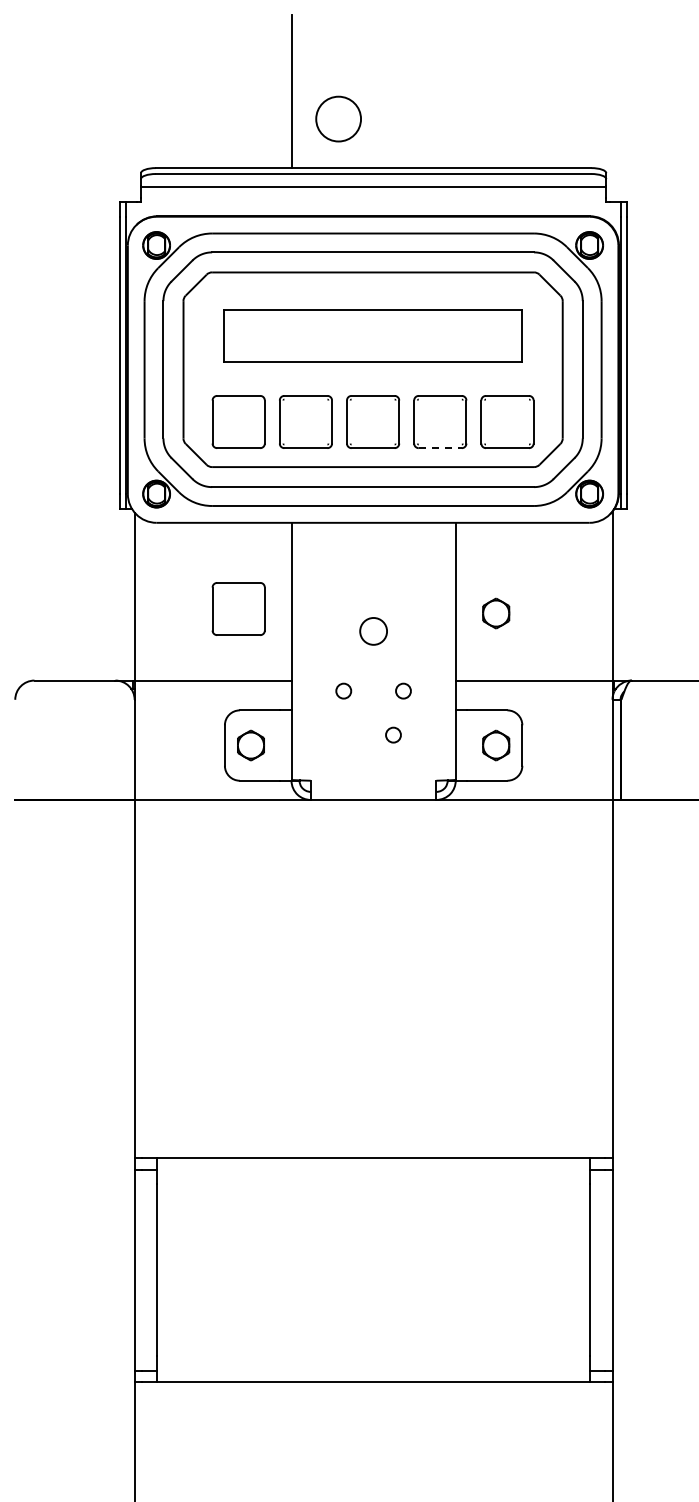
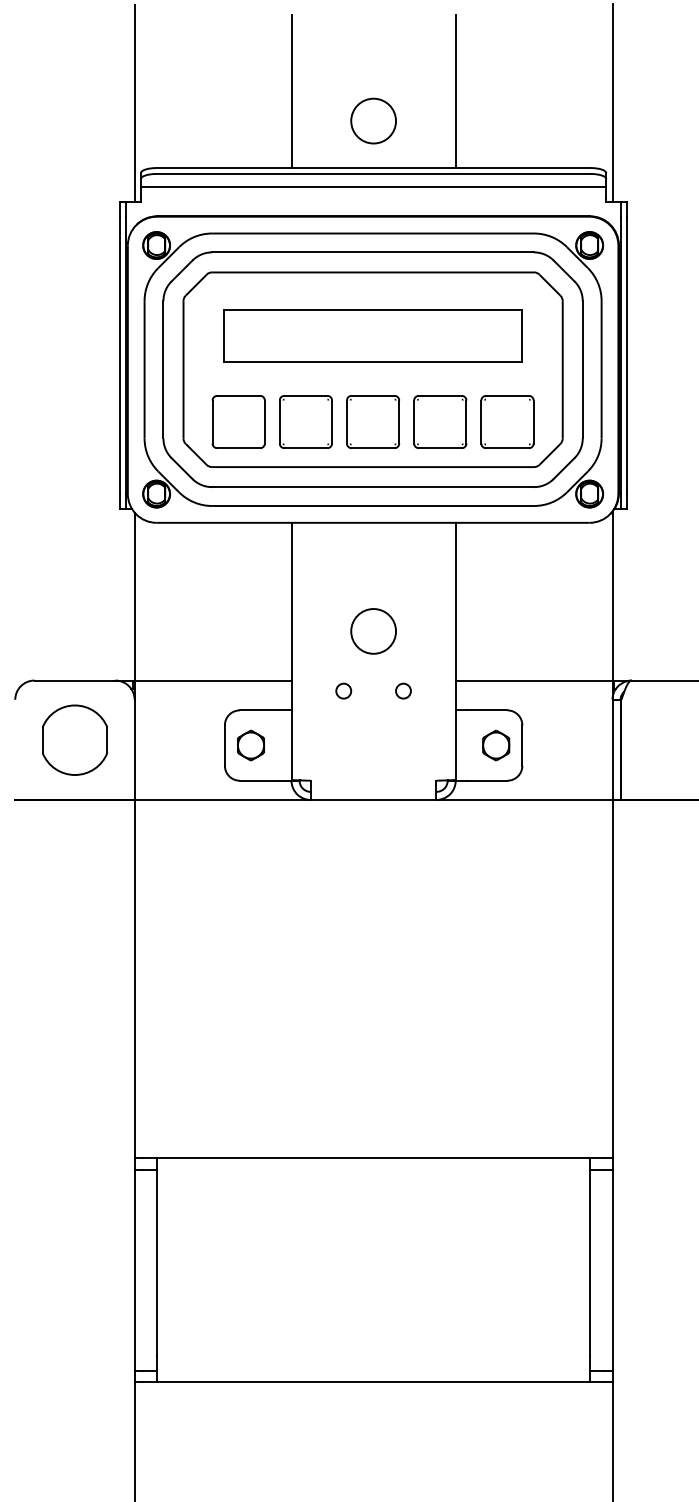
line at (455, 91): none -> present
line at (612, 102): none -> present
line at (134, 103): none -> present
circle at (338, 118) position: (338, 118) -> (373, 120)
line at (440, 448): dashed -> solid
part at (238, 608): present -> none
part at (496, 613): present -> none
circle at (373, 630) diameter: 27 px -> 45 px
circle at (393, 734): present -> none
part at (74, 739): none -> present
